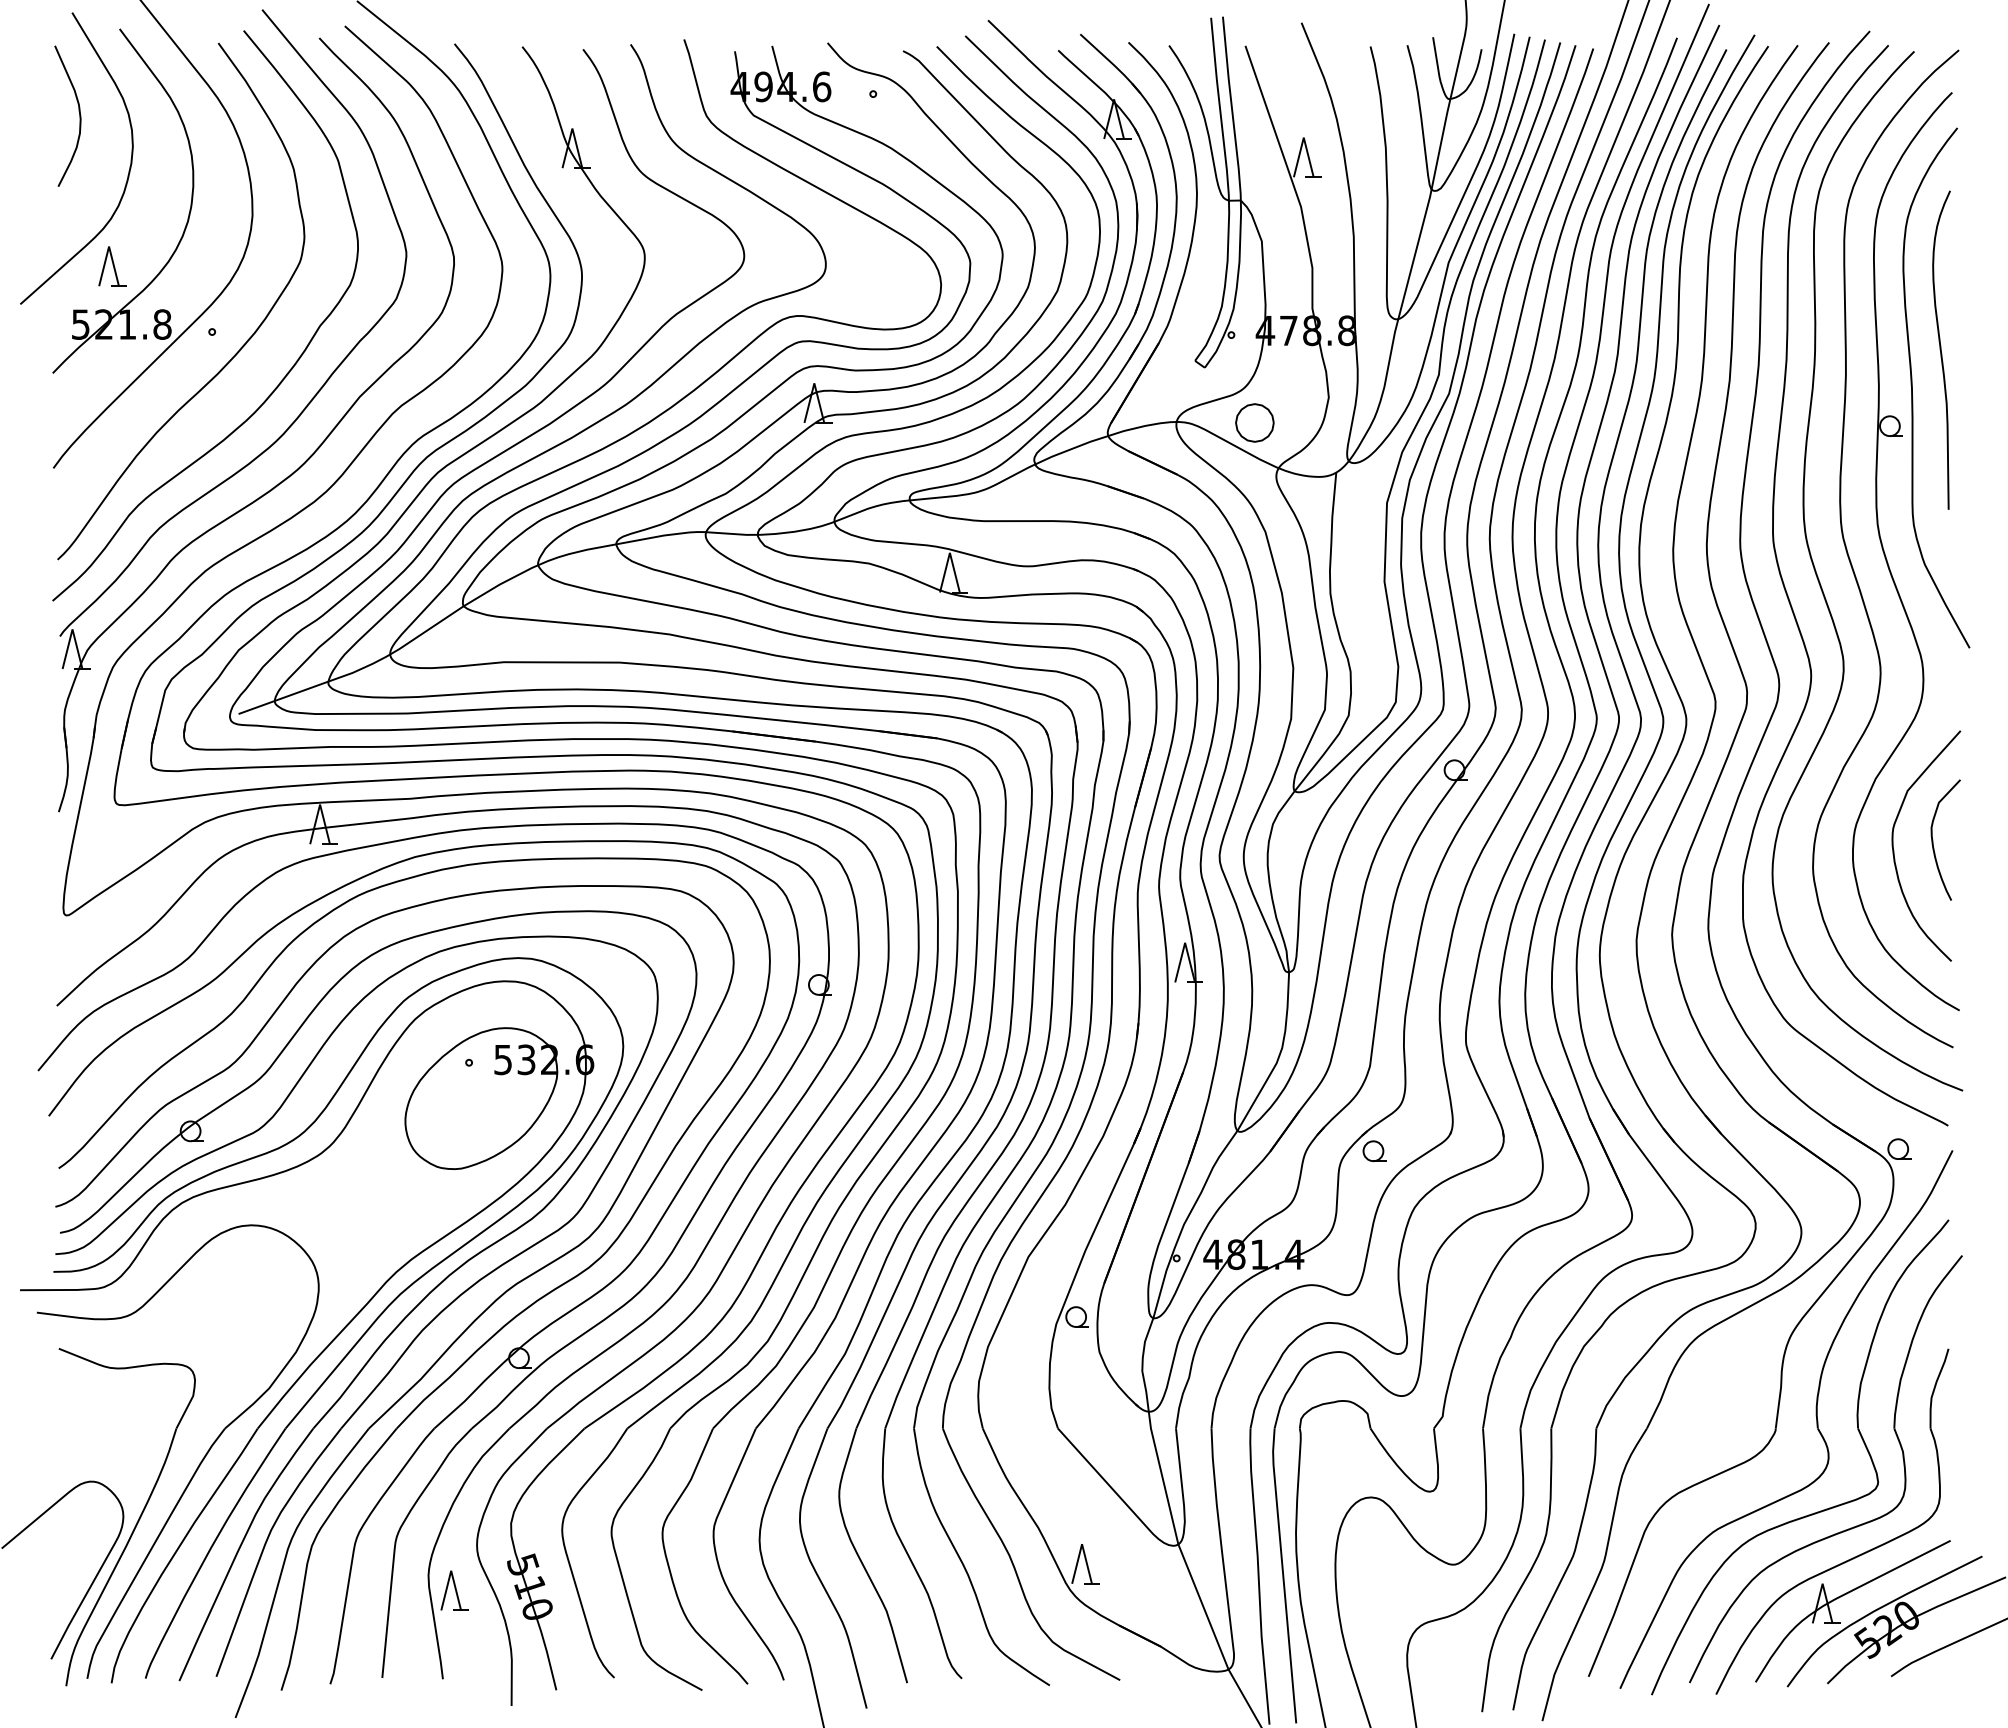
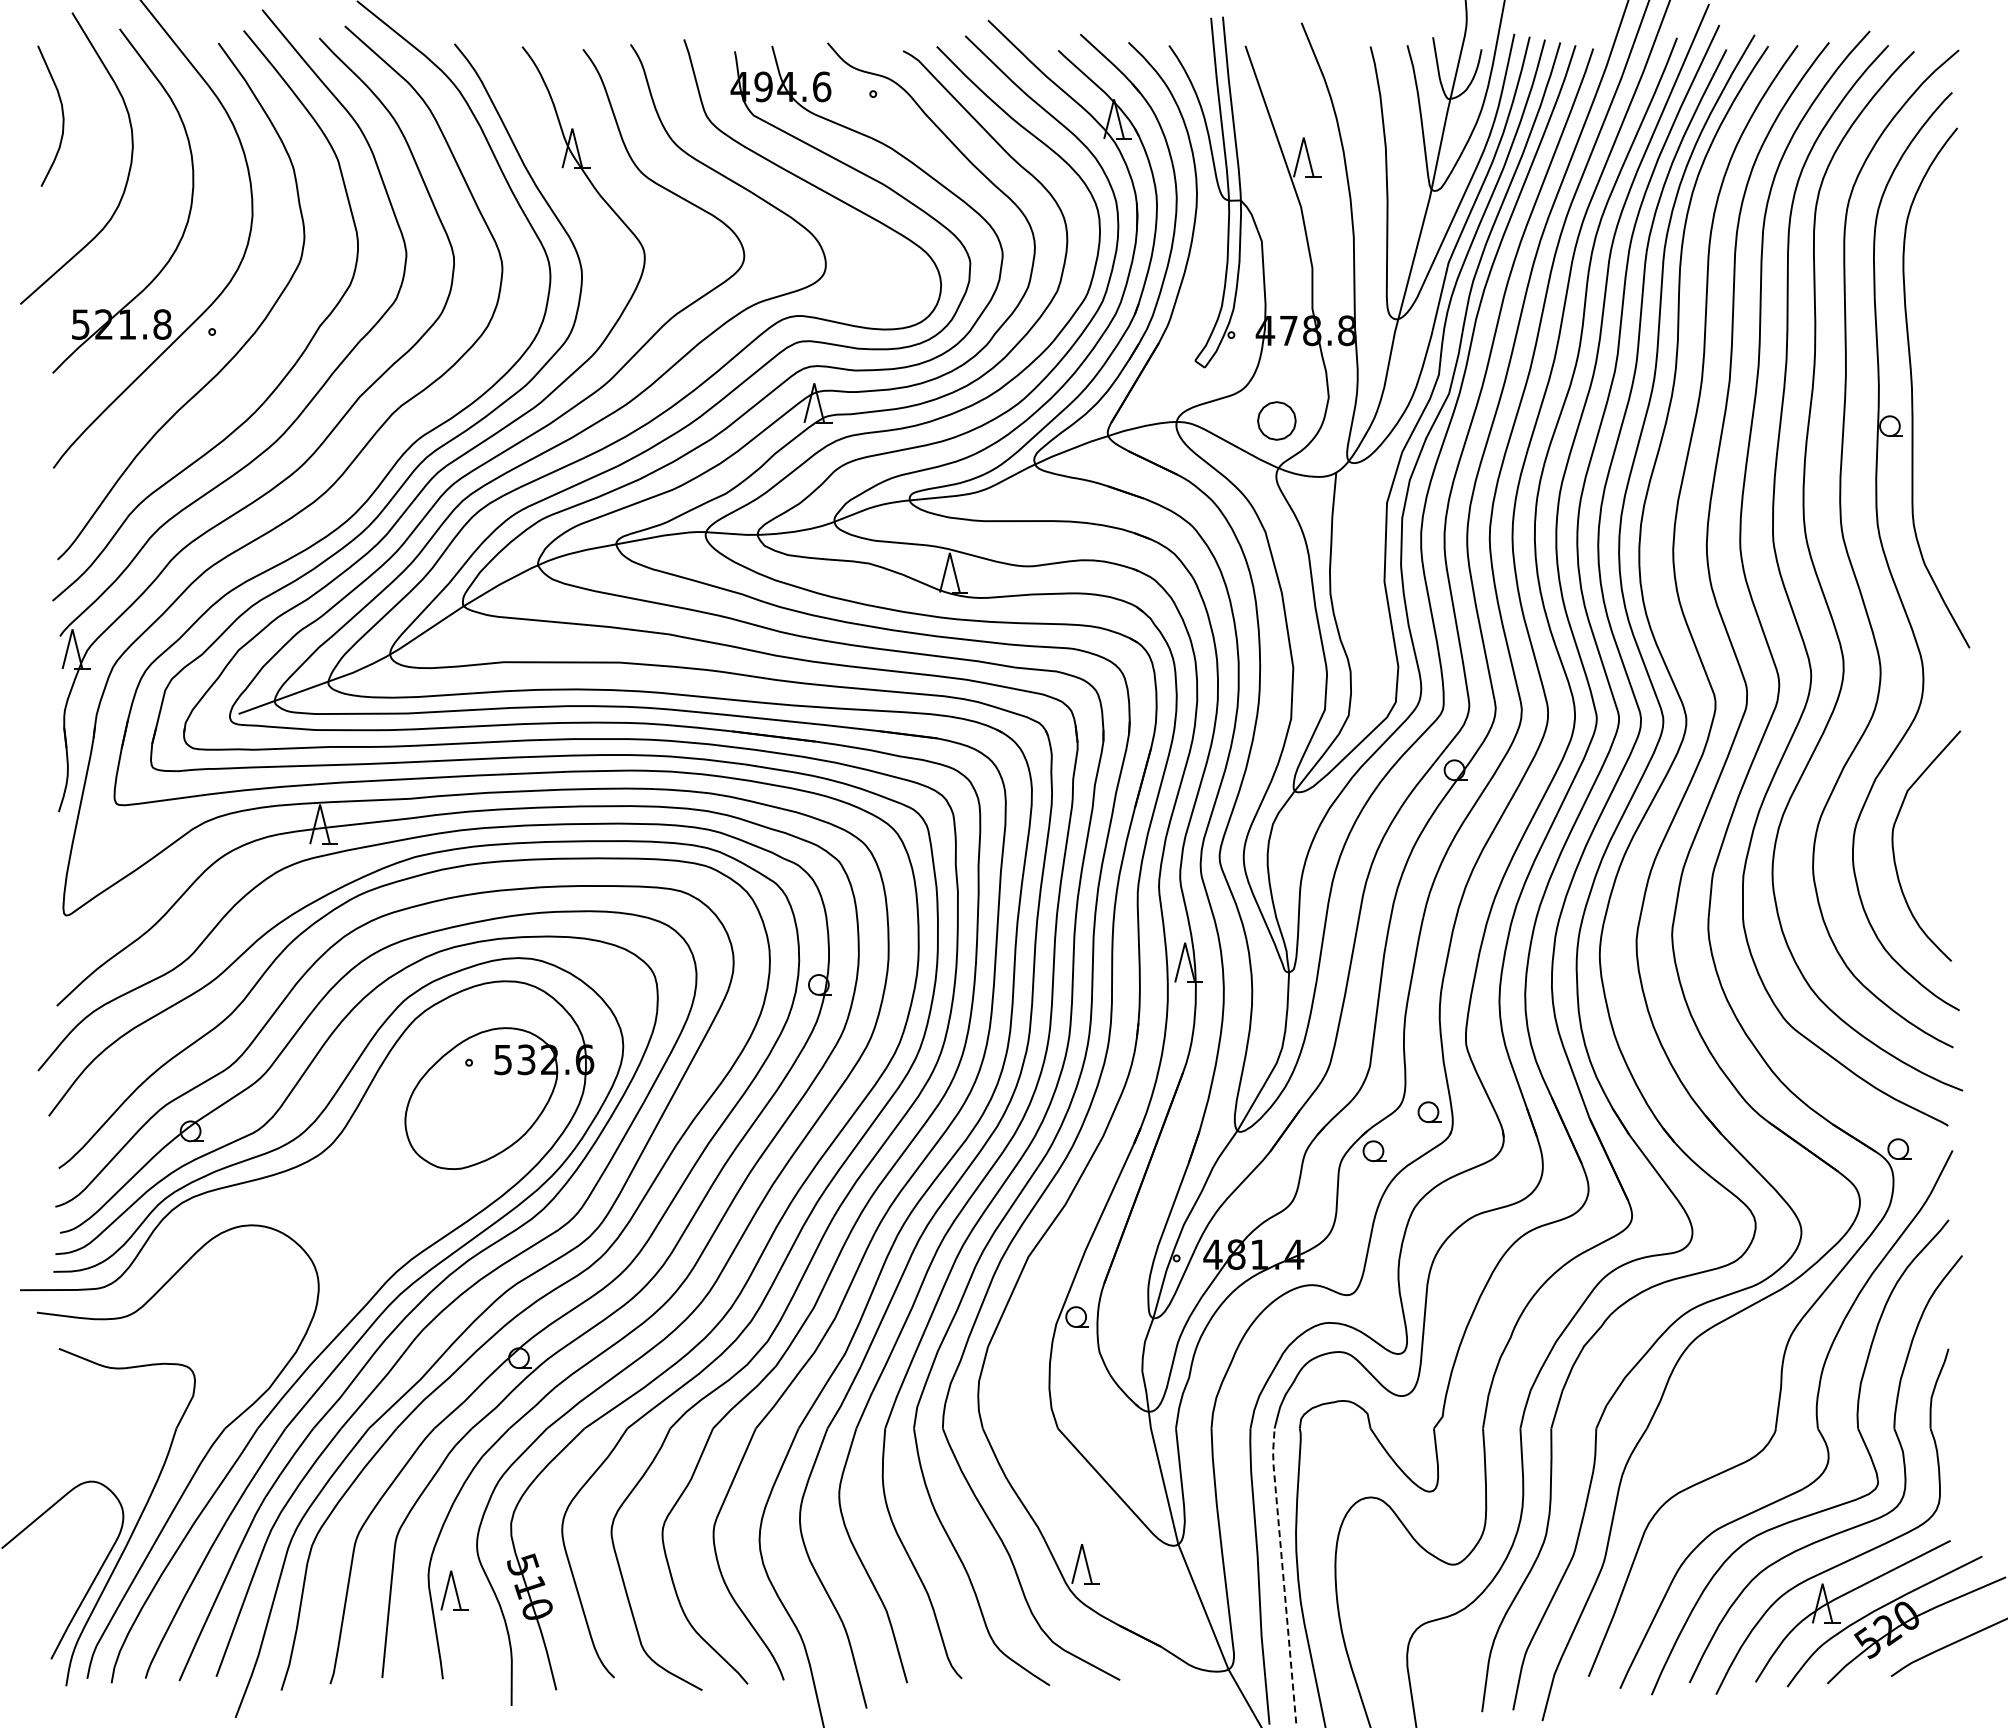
curve at (78, 111) position: (78, 111) -> (61, 111)
part at (112, 266): present -> none
curve at (1941, 349): present -> none
part at (1254, 422) position: (1254, 422) -> (1276, 420)
curve at (1933, 839): present -> none
part at (1429, 1111): none -> present
line at (1283, 1574): solid -> dashed
